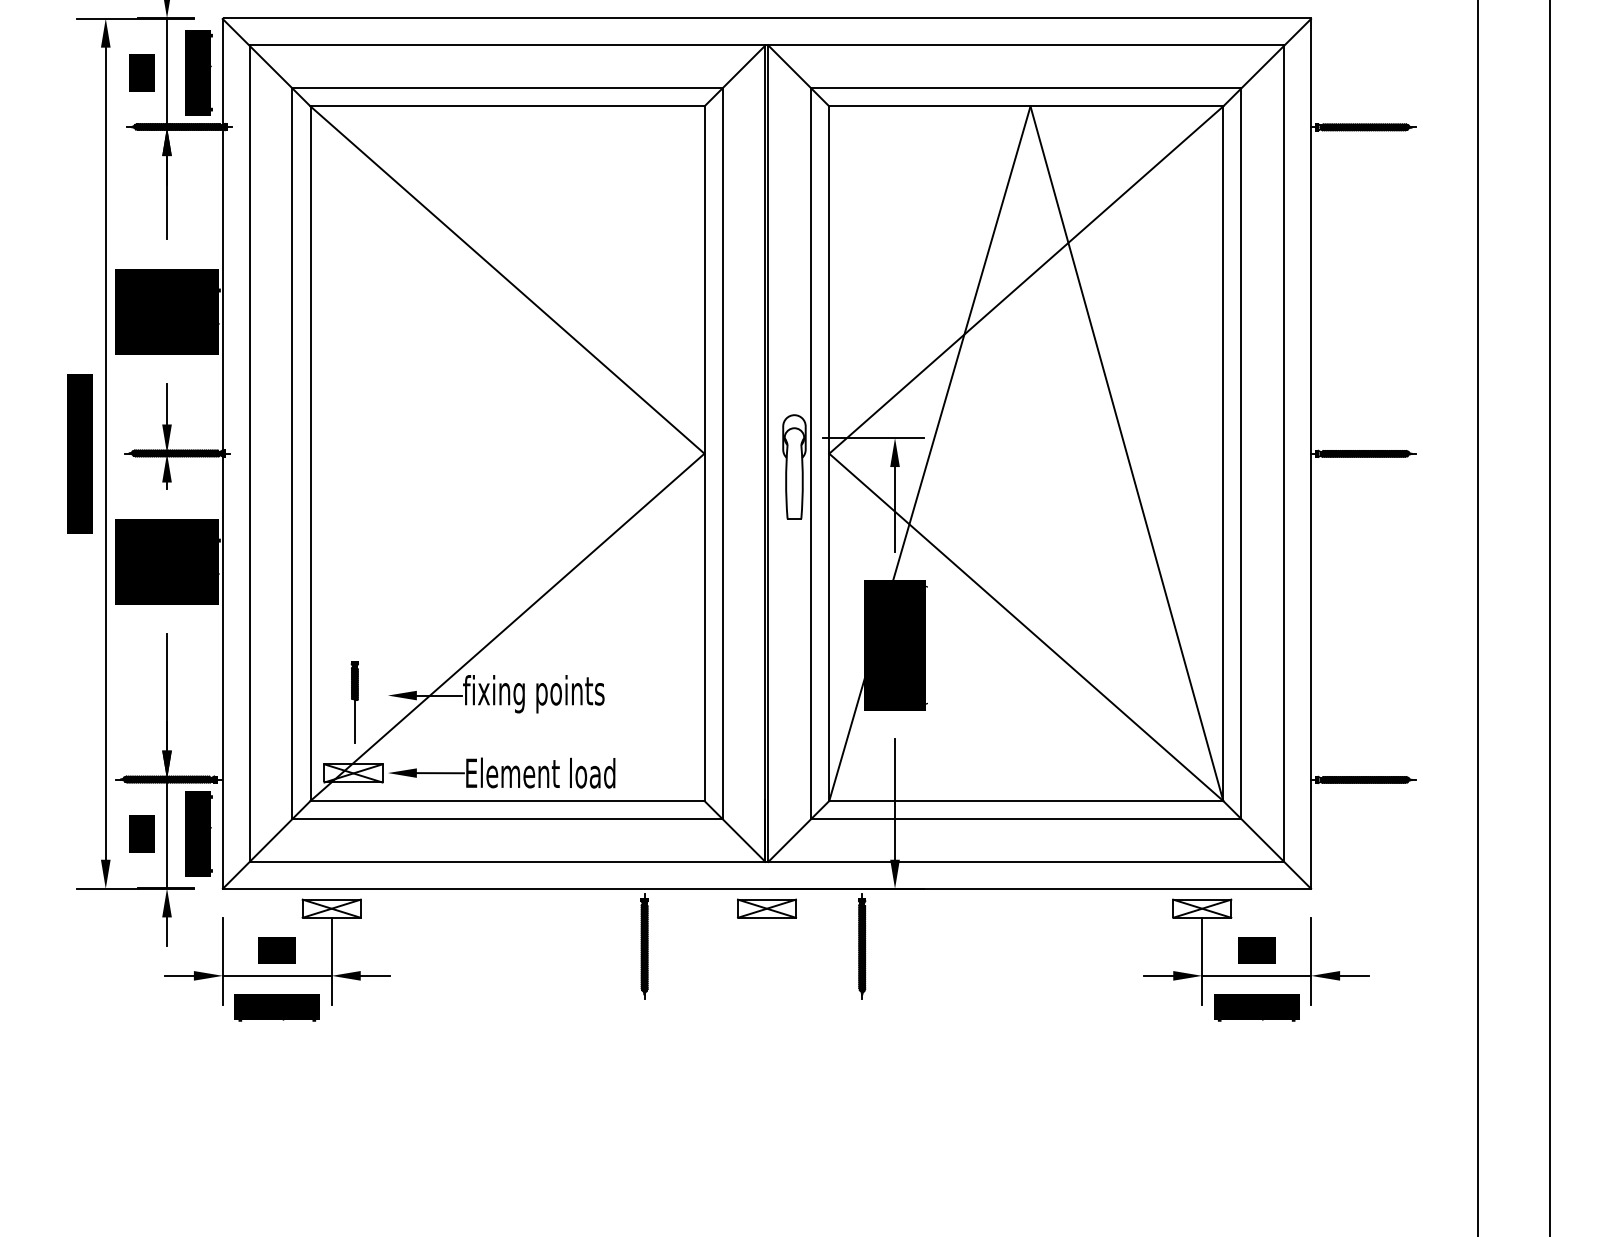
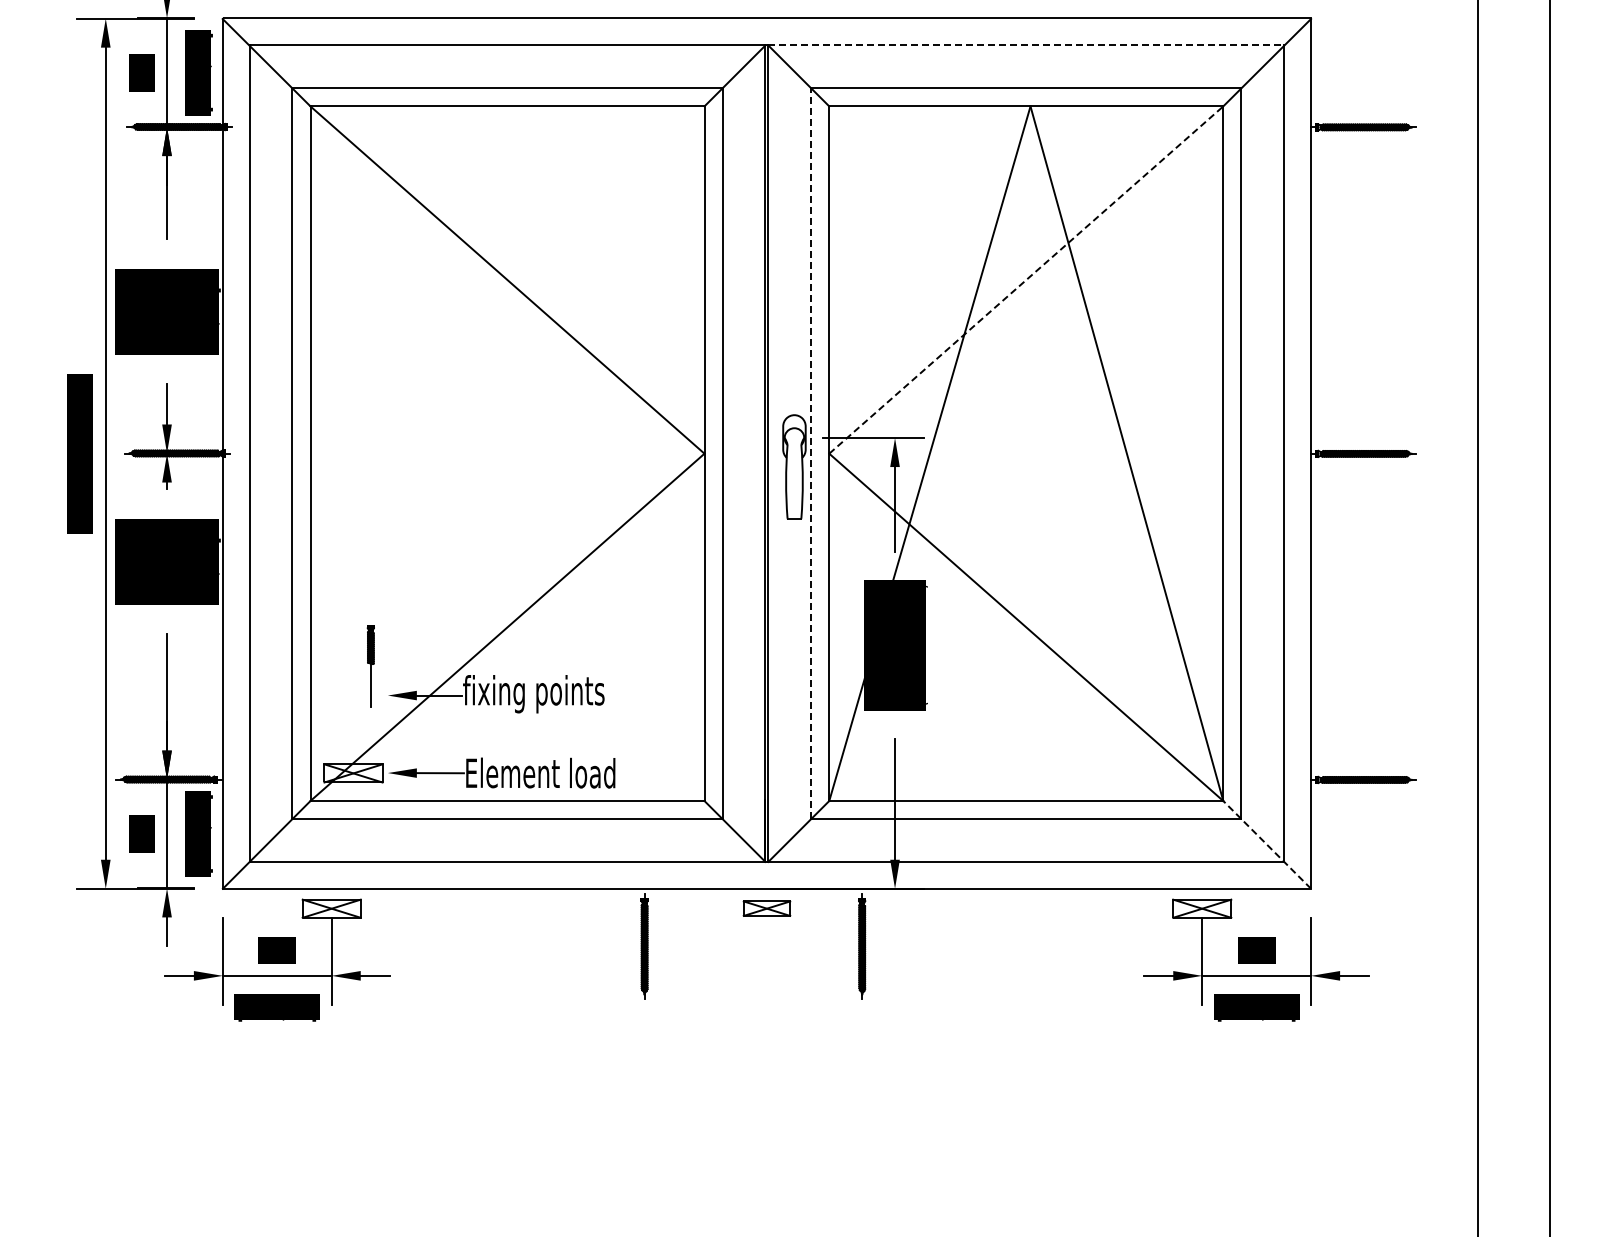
line at (1026, 45): solid -> dashed
line at (1026, 280): solid -> dashed
line at (811, 453): solid -> dashed
part at (354, 702) position: (354, 702) -> (370, 666)
line at (1266, 844): solid -> dashed
part at (766, 908) size: 60x21 px -> 50x17 px
